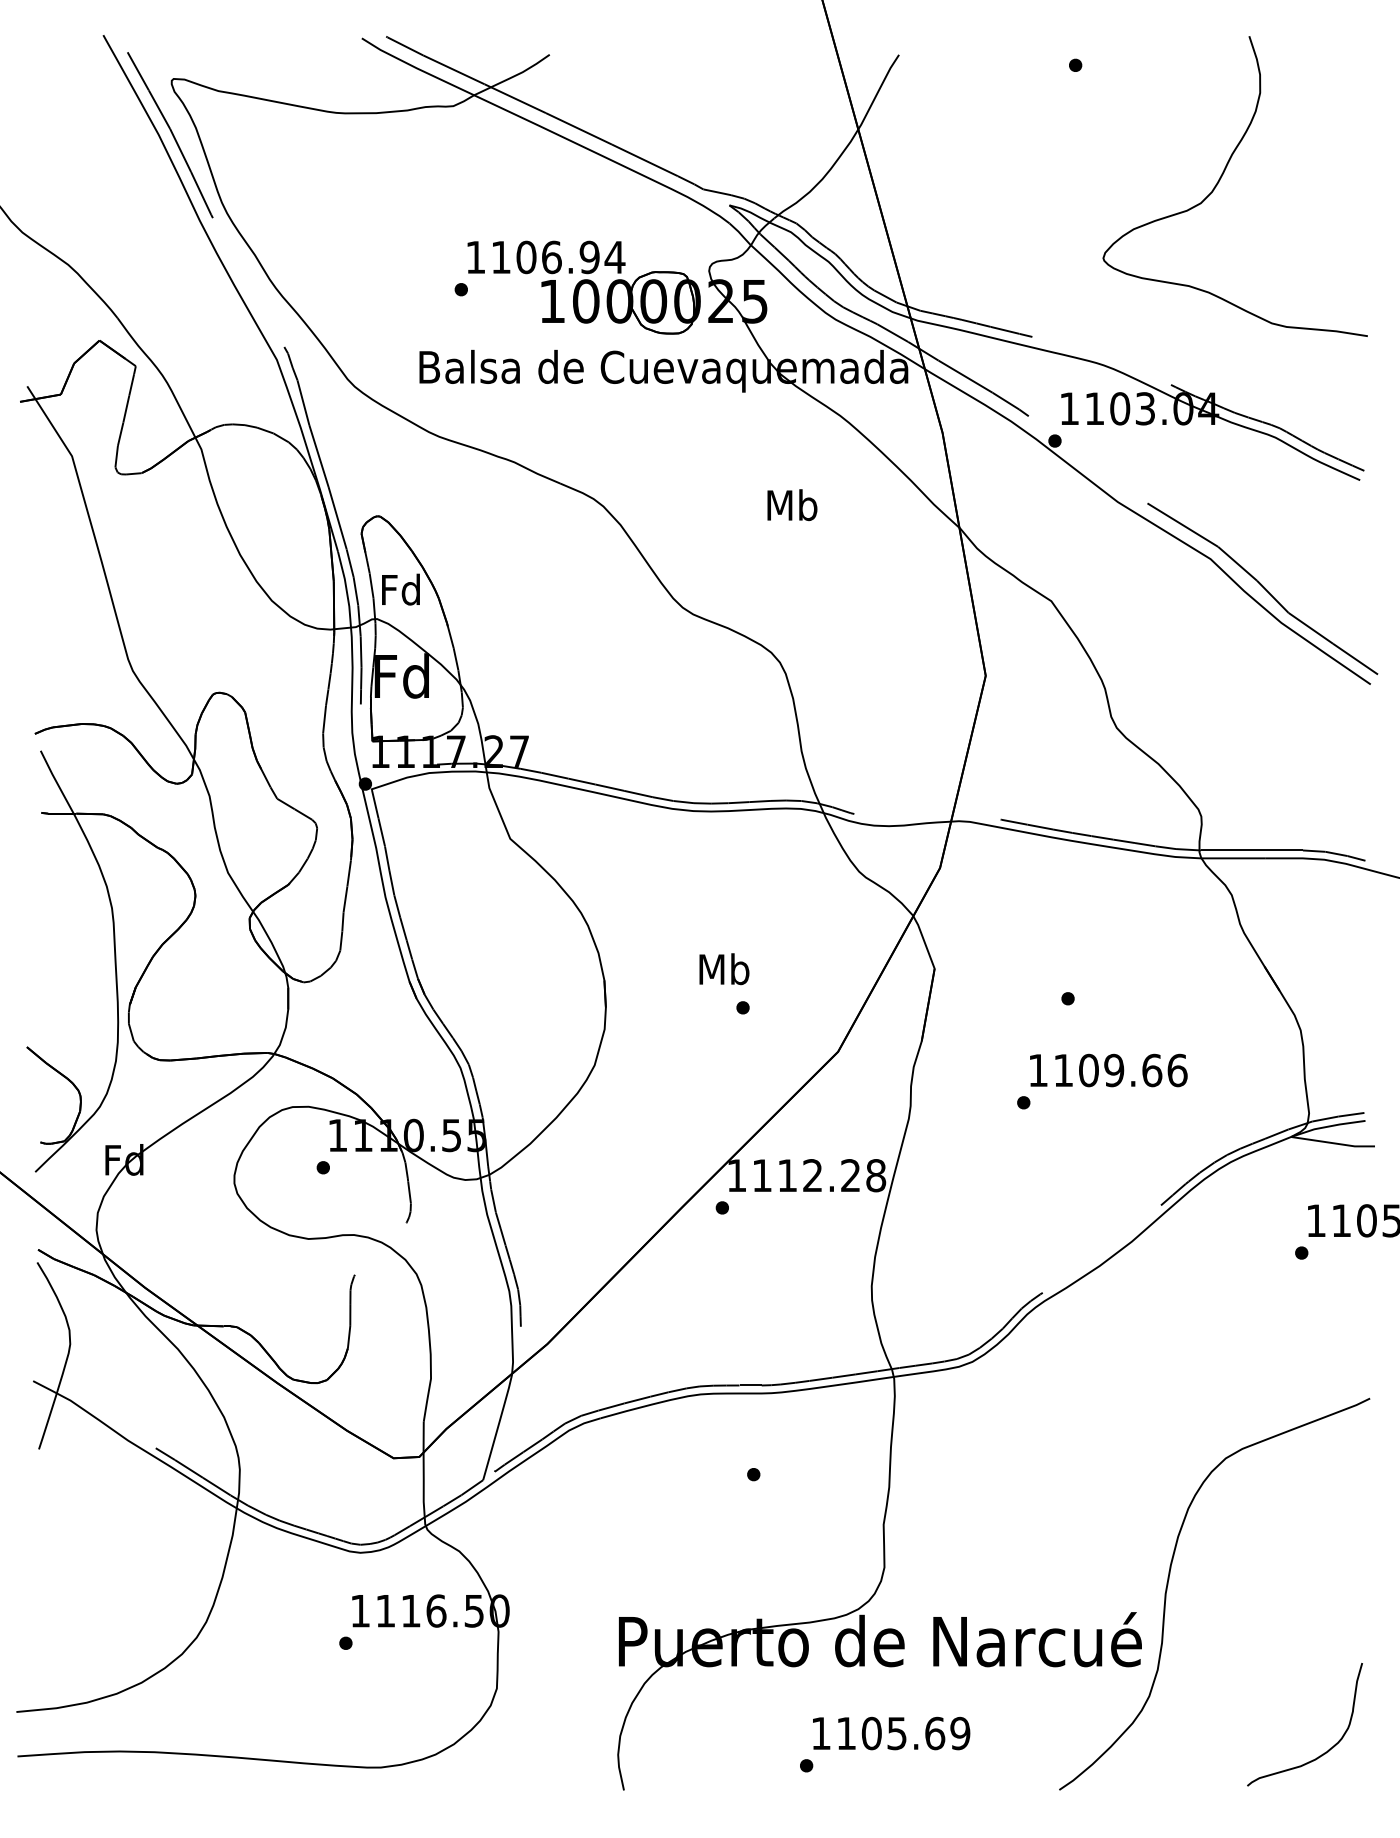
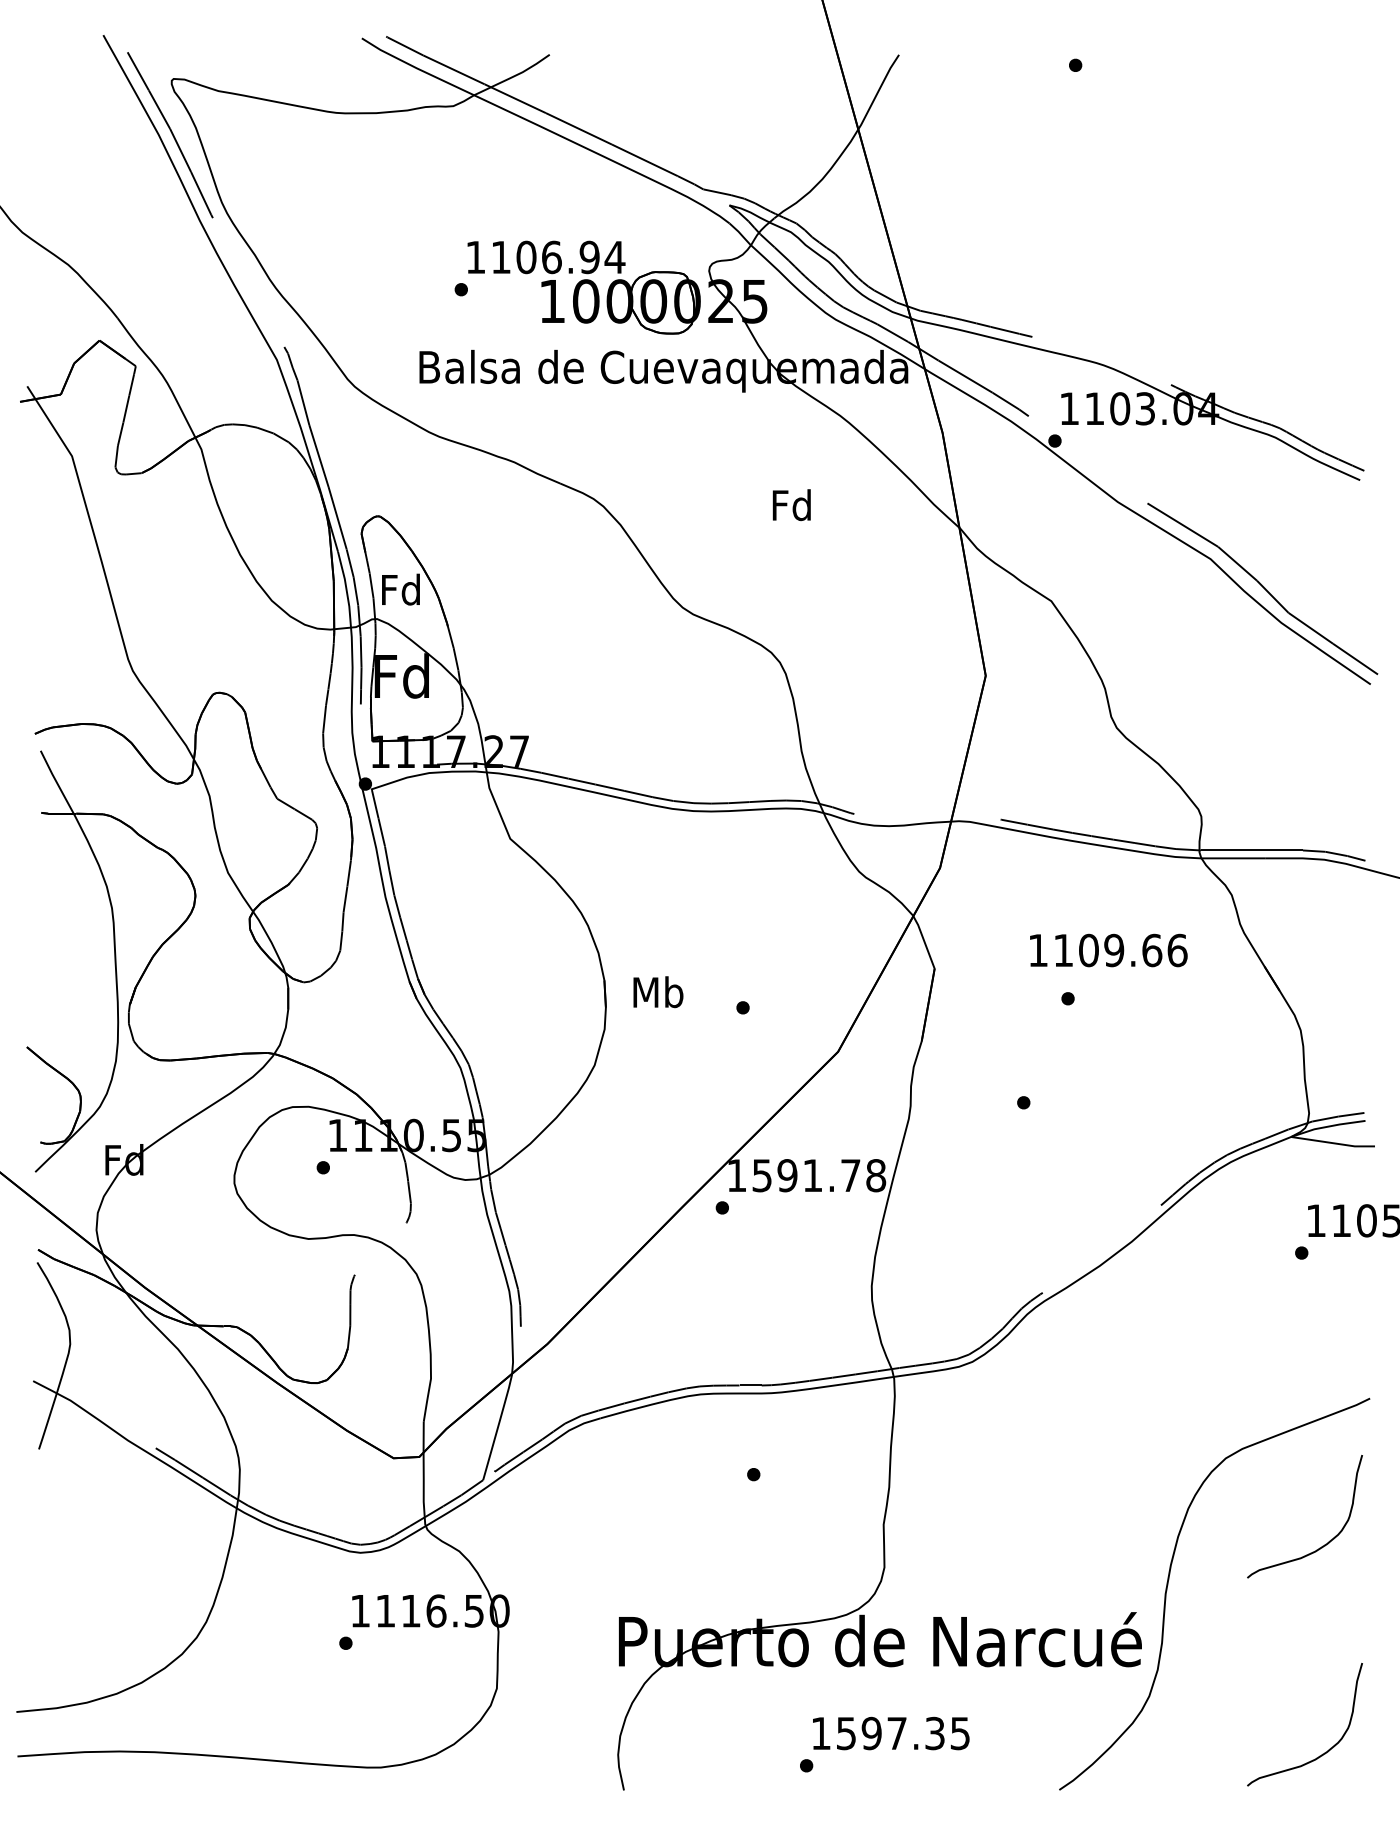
curve at (1220, 180): present -> none
text at (792, 505): Mb -> Fd
text at (724, 969) position: (724, 969) -> (658, 992)
text at (1108, 1070) position: (1108, 1070) -> (1108, 950)
text at (806, 1175): 1112.28 -> 1591.78
curve at (1322, 1545): none -> present
text at (903, 1733): 1105.69 -> 1597.35
